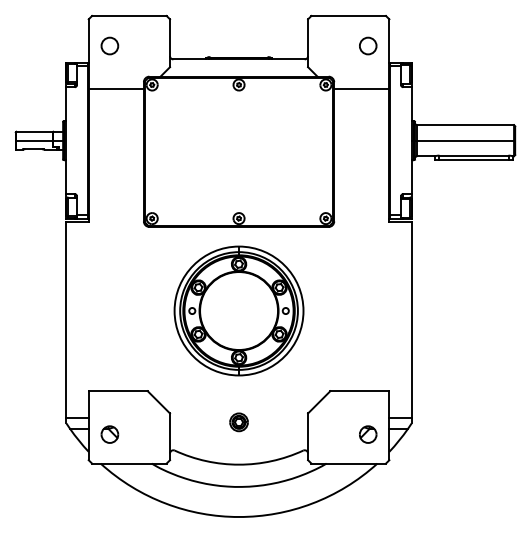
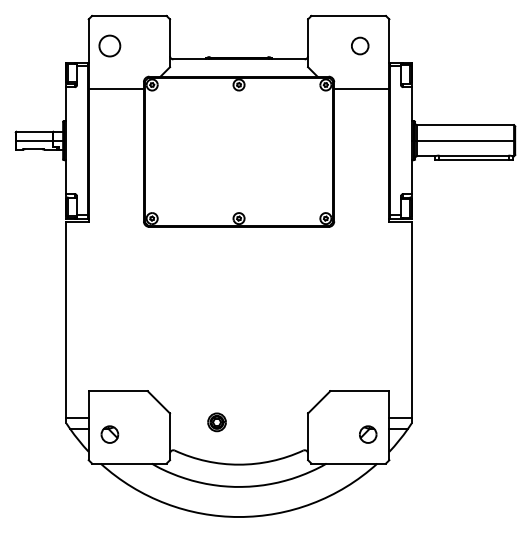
part at (109, 45) size: 20x20 px -> 24x24 px
part at (368, 45) position: (368, 45) -> (360, 45)
part at (238, 310): present -> none
part at (238, 422) position: (238, 422) -> (216, 422)
